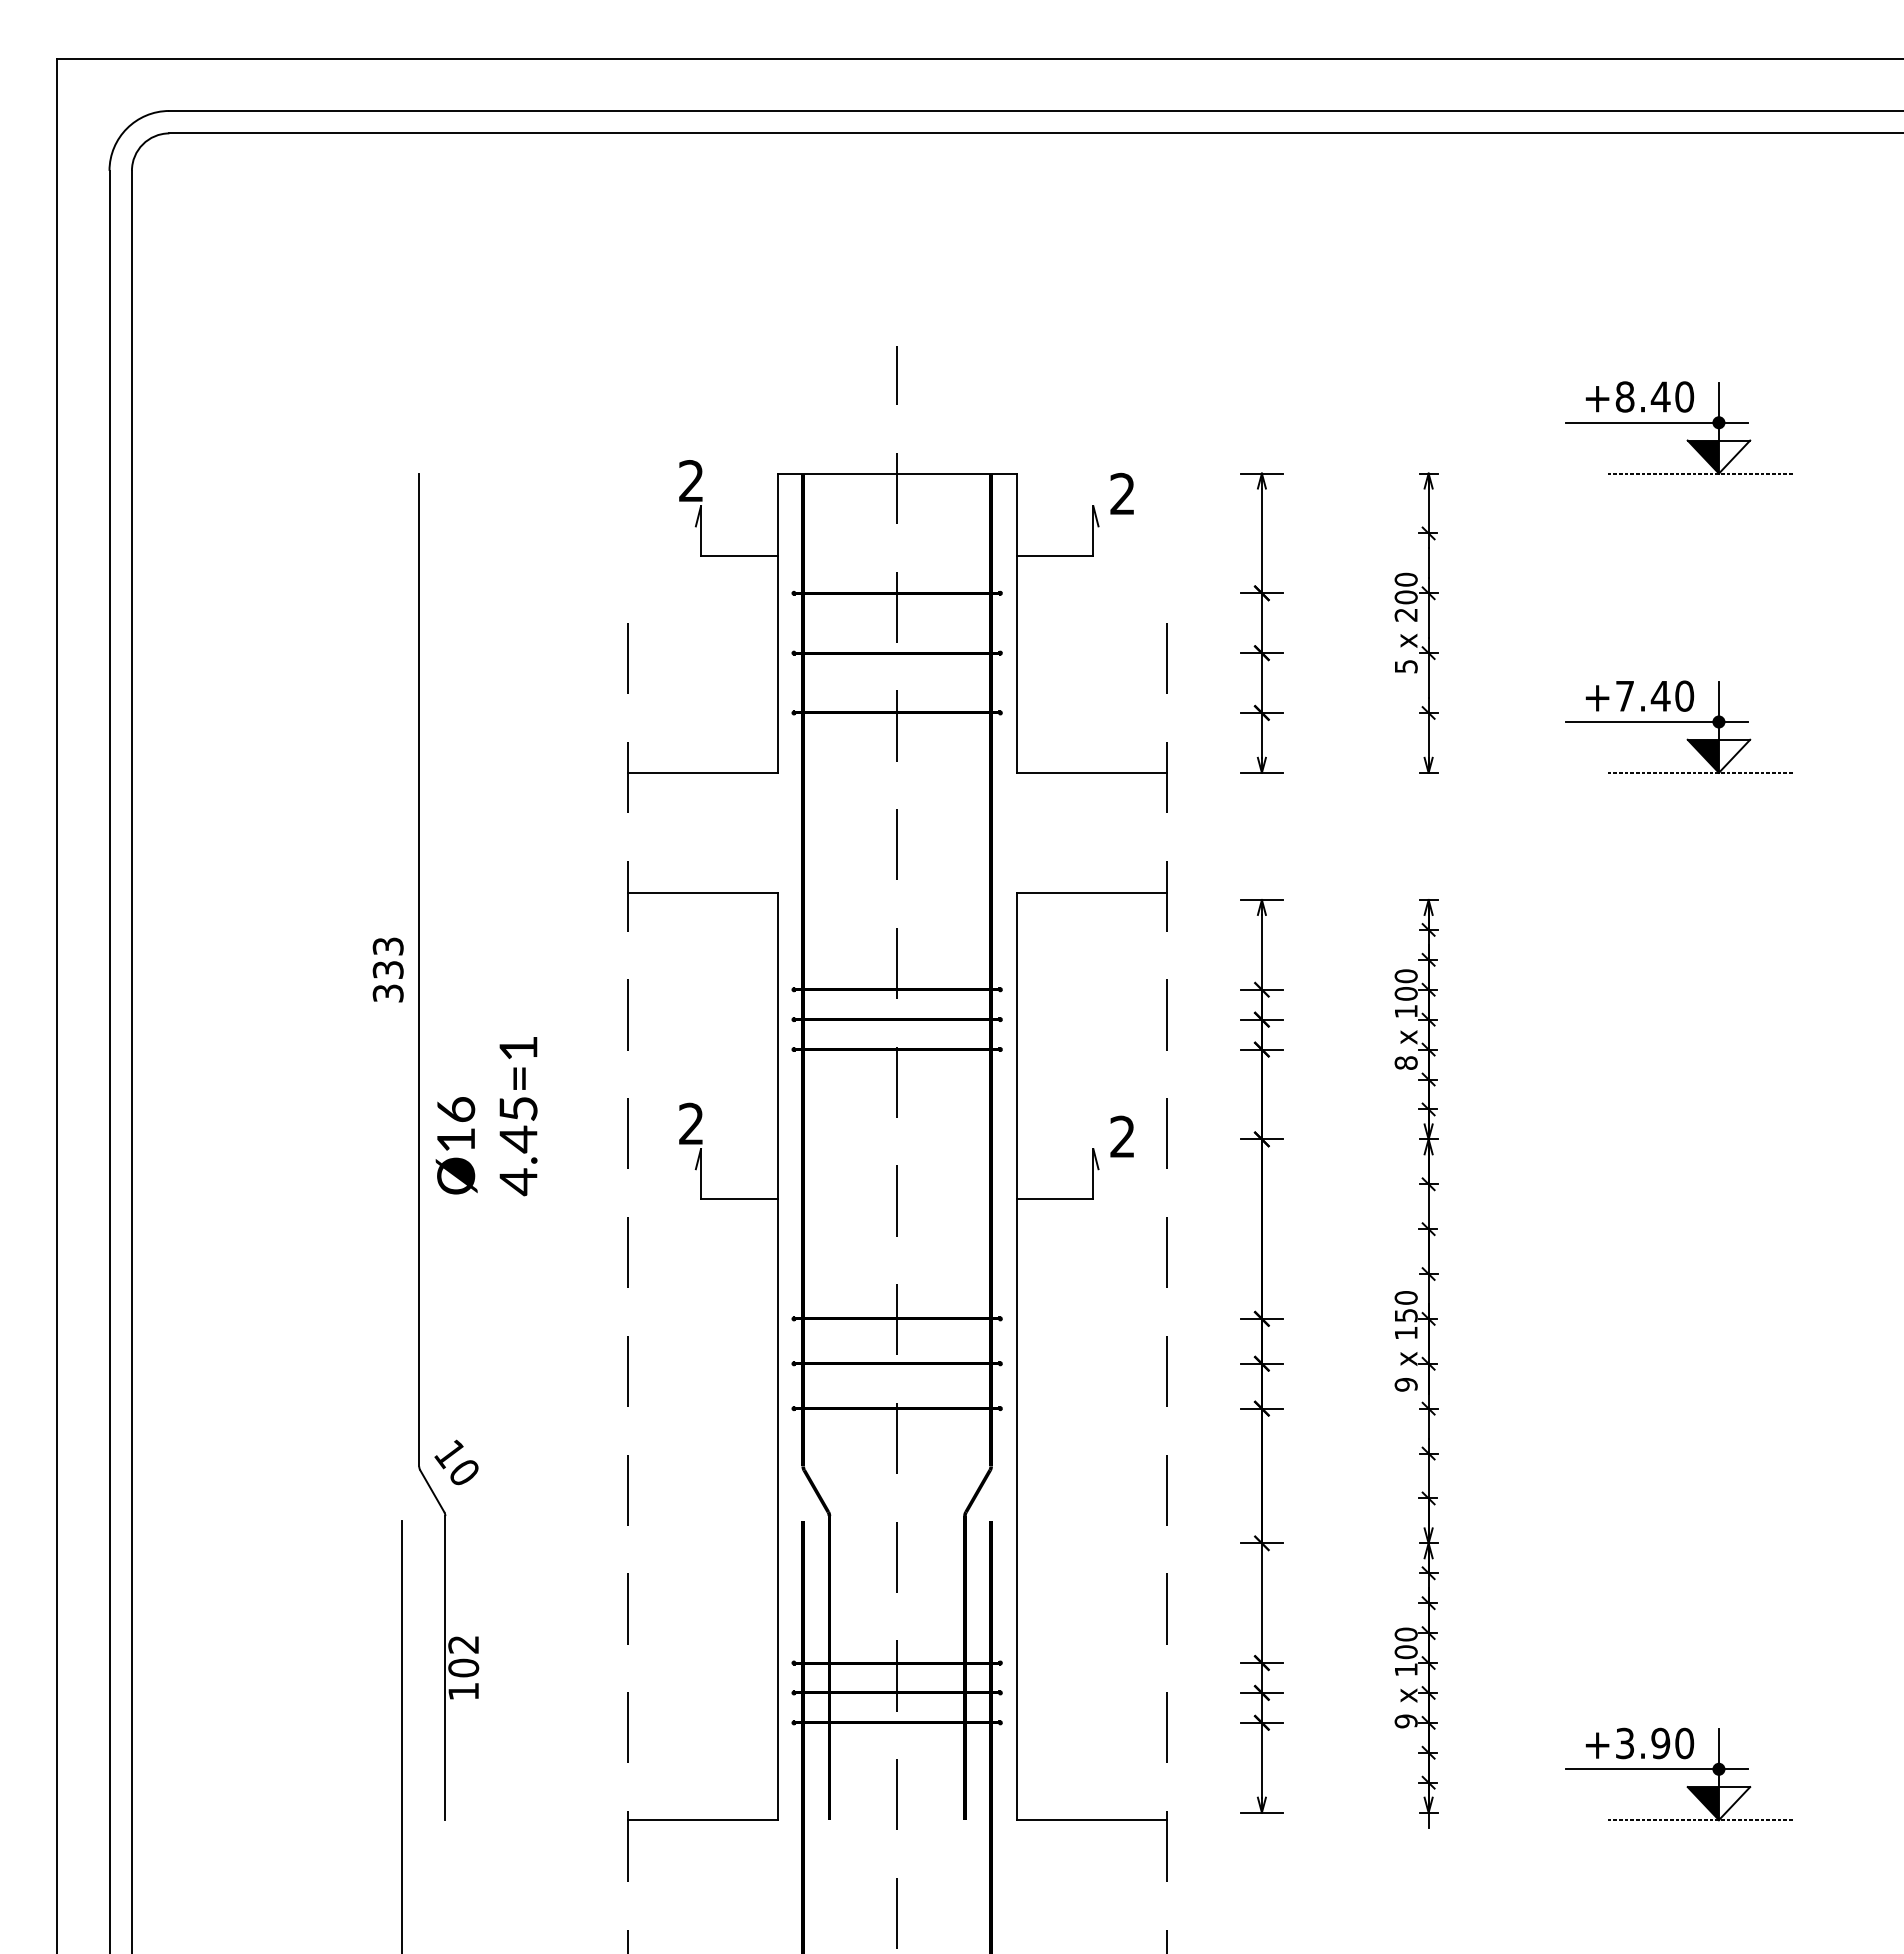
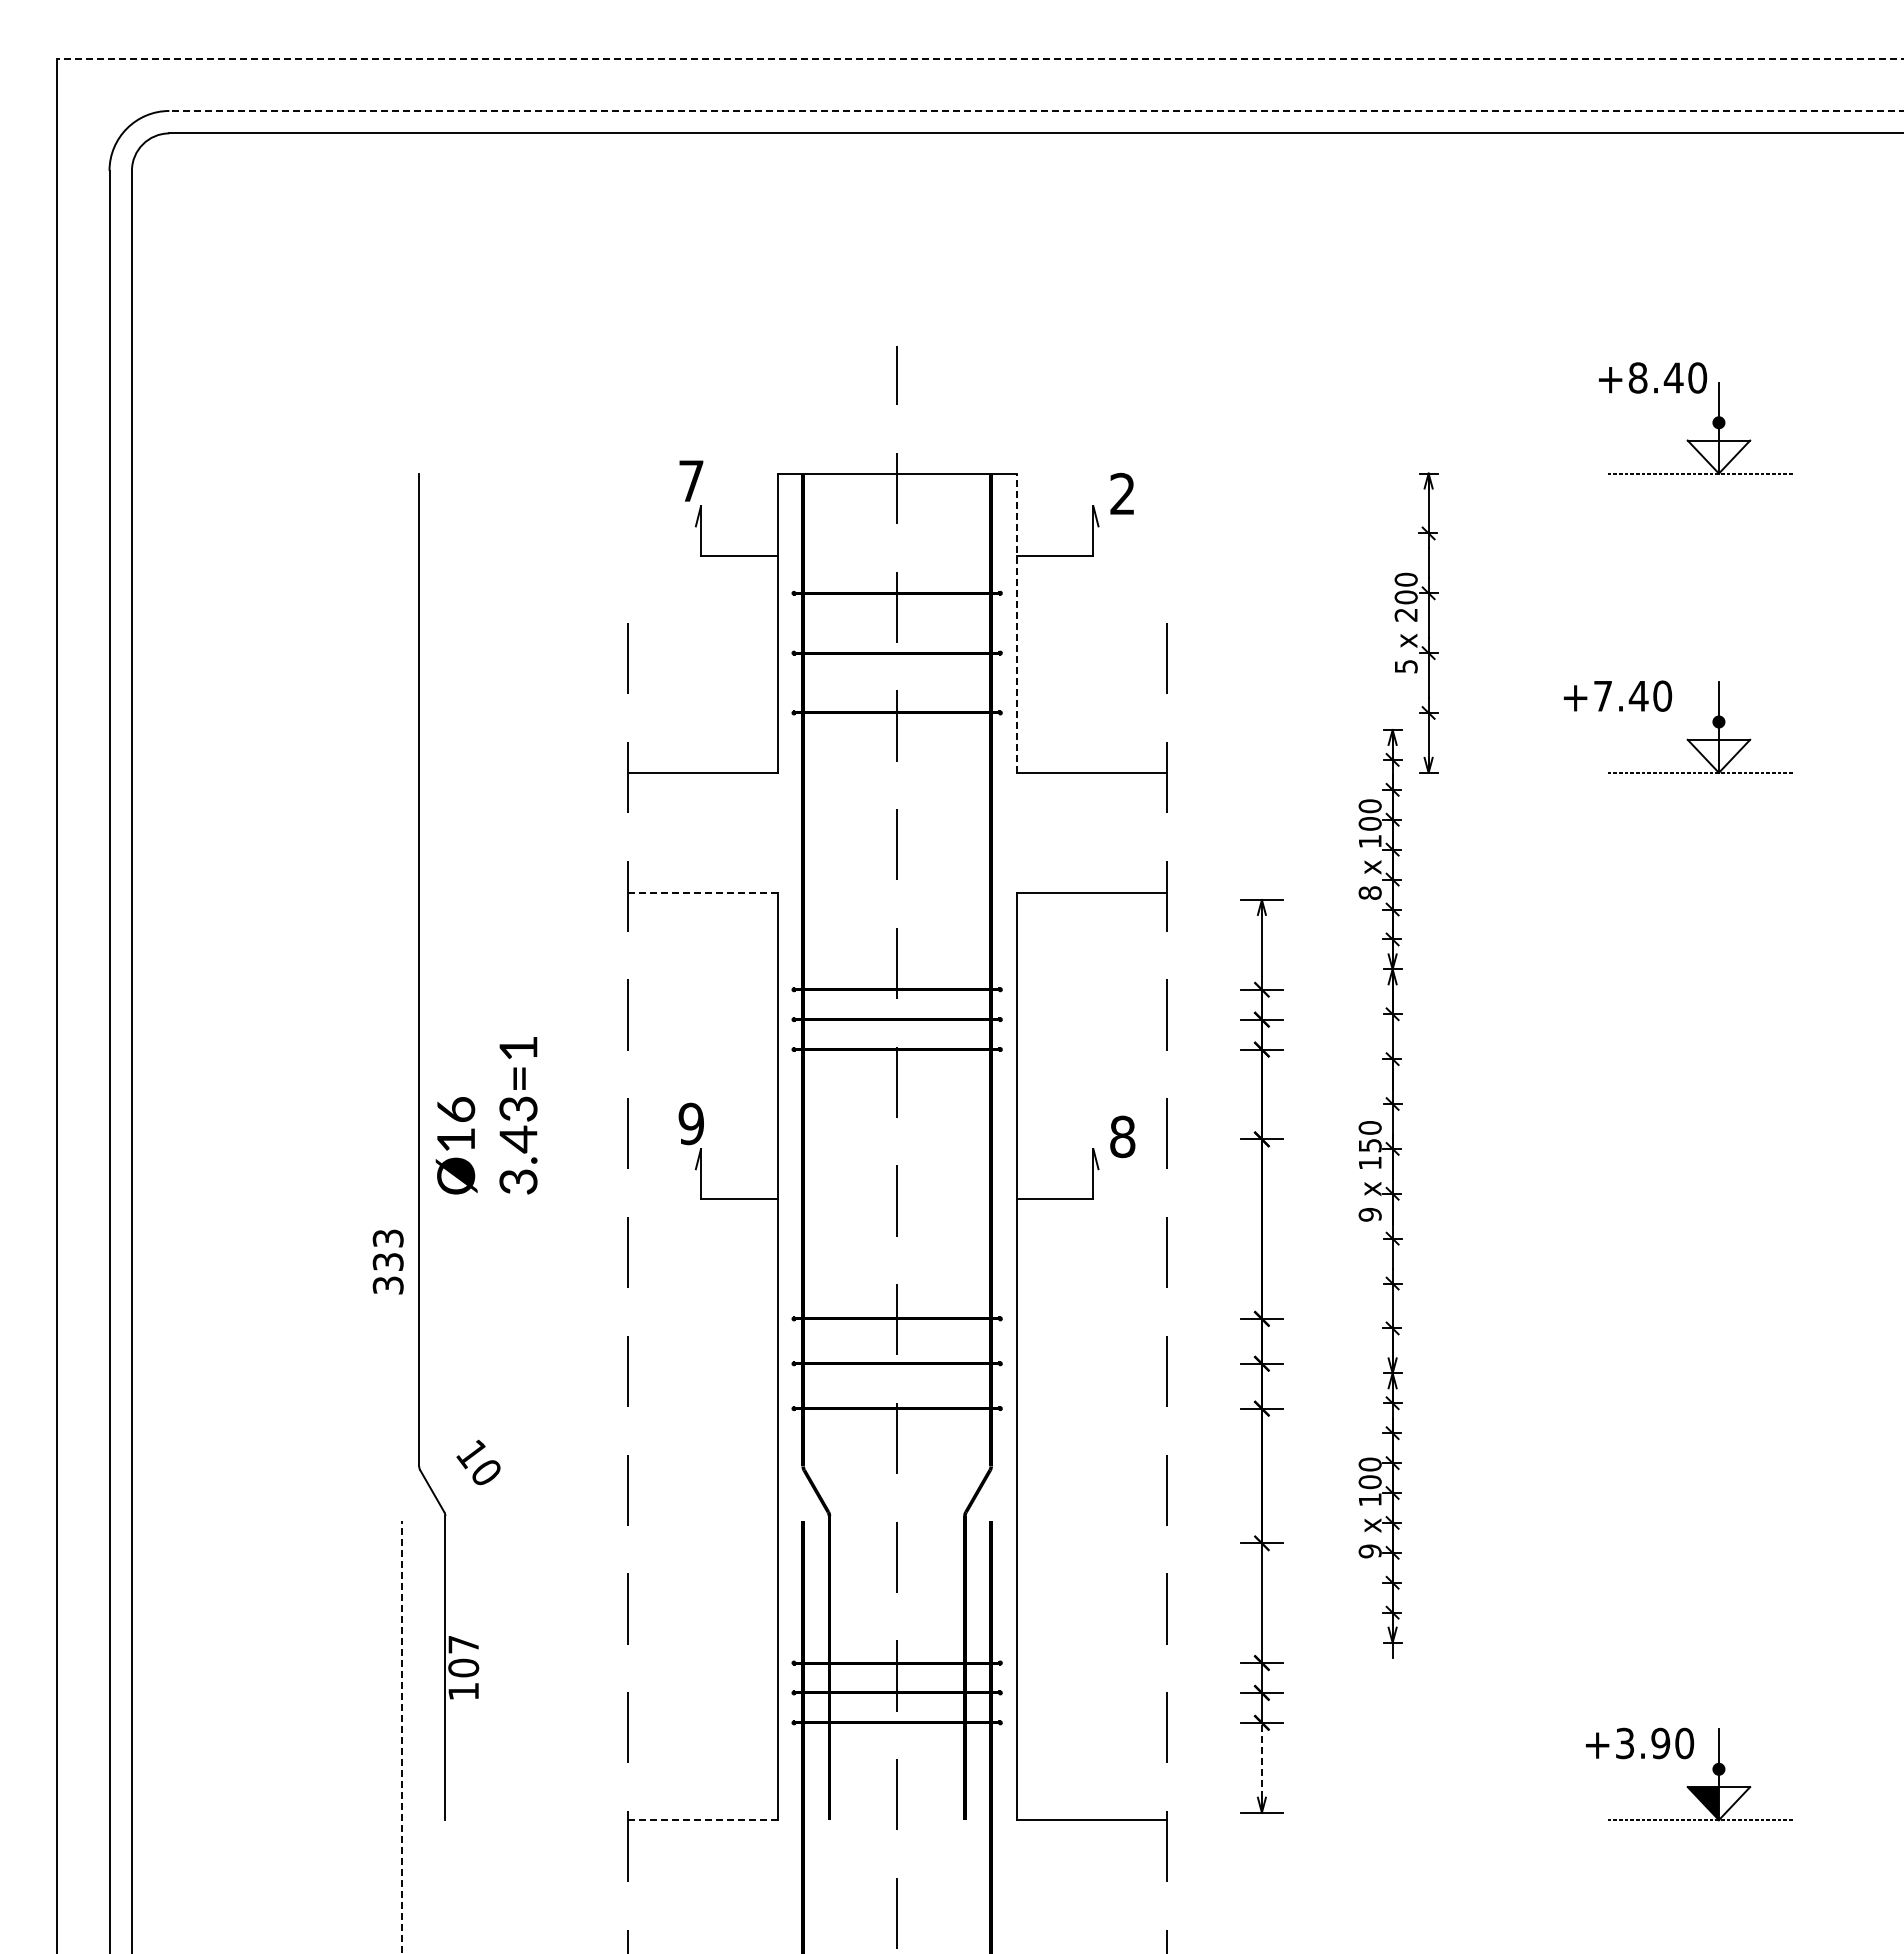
line at (979, 58): solid -> dashed
line at (1035, 110): solid -> dashed
text at (1639, 396) position: (1639, 396) -> (1652, 377)
line at (1656, 422): present -> none
fill at (1702, 456): present -> none
text at (691, 480): 2 -> 7
part at (1261, 622): present -> none
line at (1016, 623): solid -> dashed
text at (1639, 695) position: (1639, 695) -> (1617, 695)
line at (1656, 722): present -> none
fill at (1702, 755): present -> none
line at (702, 892): solid -> dashed
text at (387, 969) position: (387, 969) -> (387, 1261)
text at (690, 1123): 2 -> 9
text at (1122, 1136): 2 -> 8
text at (518, 1146): 4.45=1 -> 3.43=1
part at (1416, 1363) position: (1416, 1363) -> (1380, 1193)
text at (456, 1462) position: (456, 1462) -> (478, 1462)
text at (463, 1644): 102 -> 107
line at (402, 1736): solid -> dashed
line at (1261, 1759): solid -> dashed
line at (1656, 1769): present -> none
line at (702, 1820): solid -> dashed
